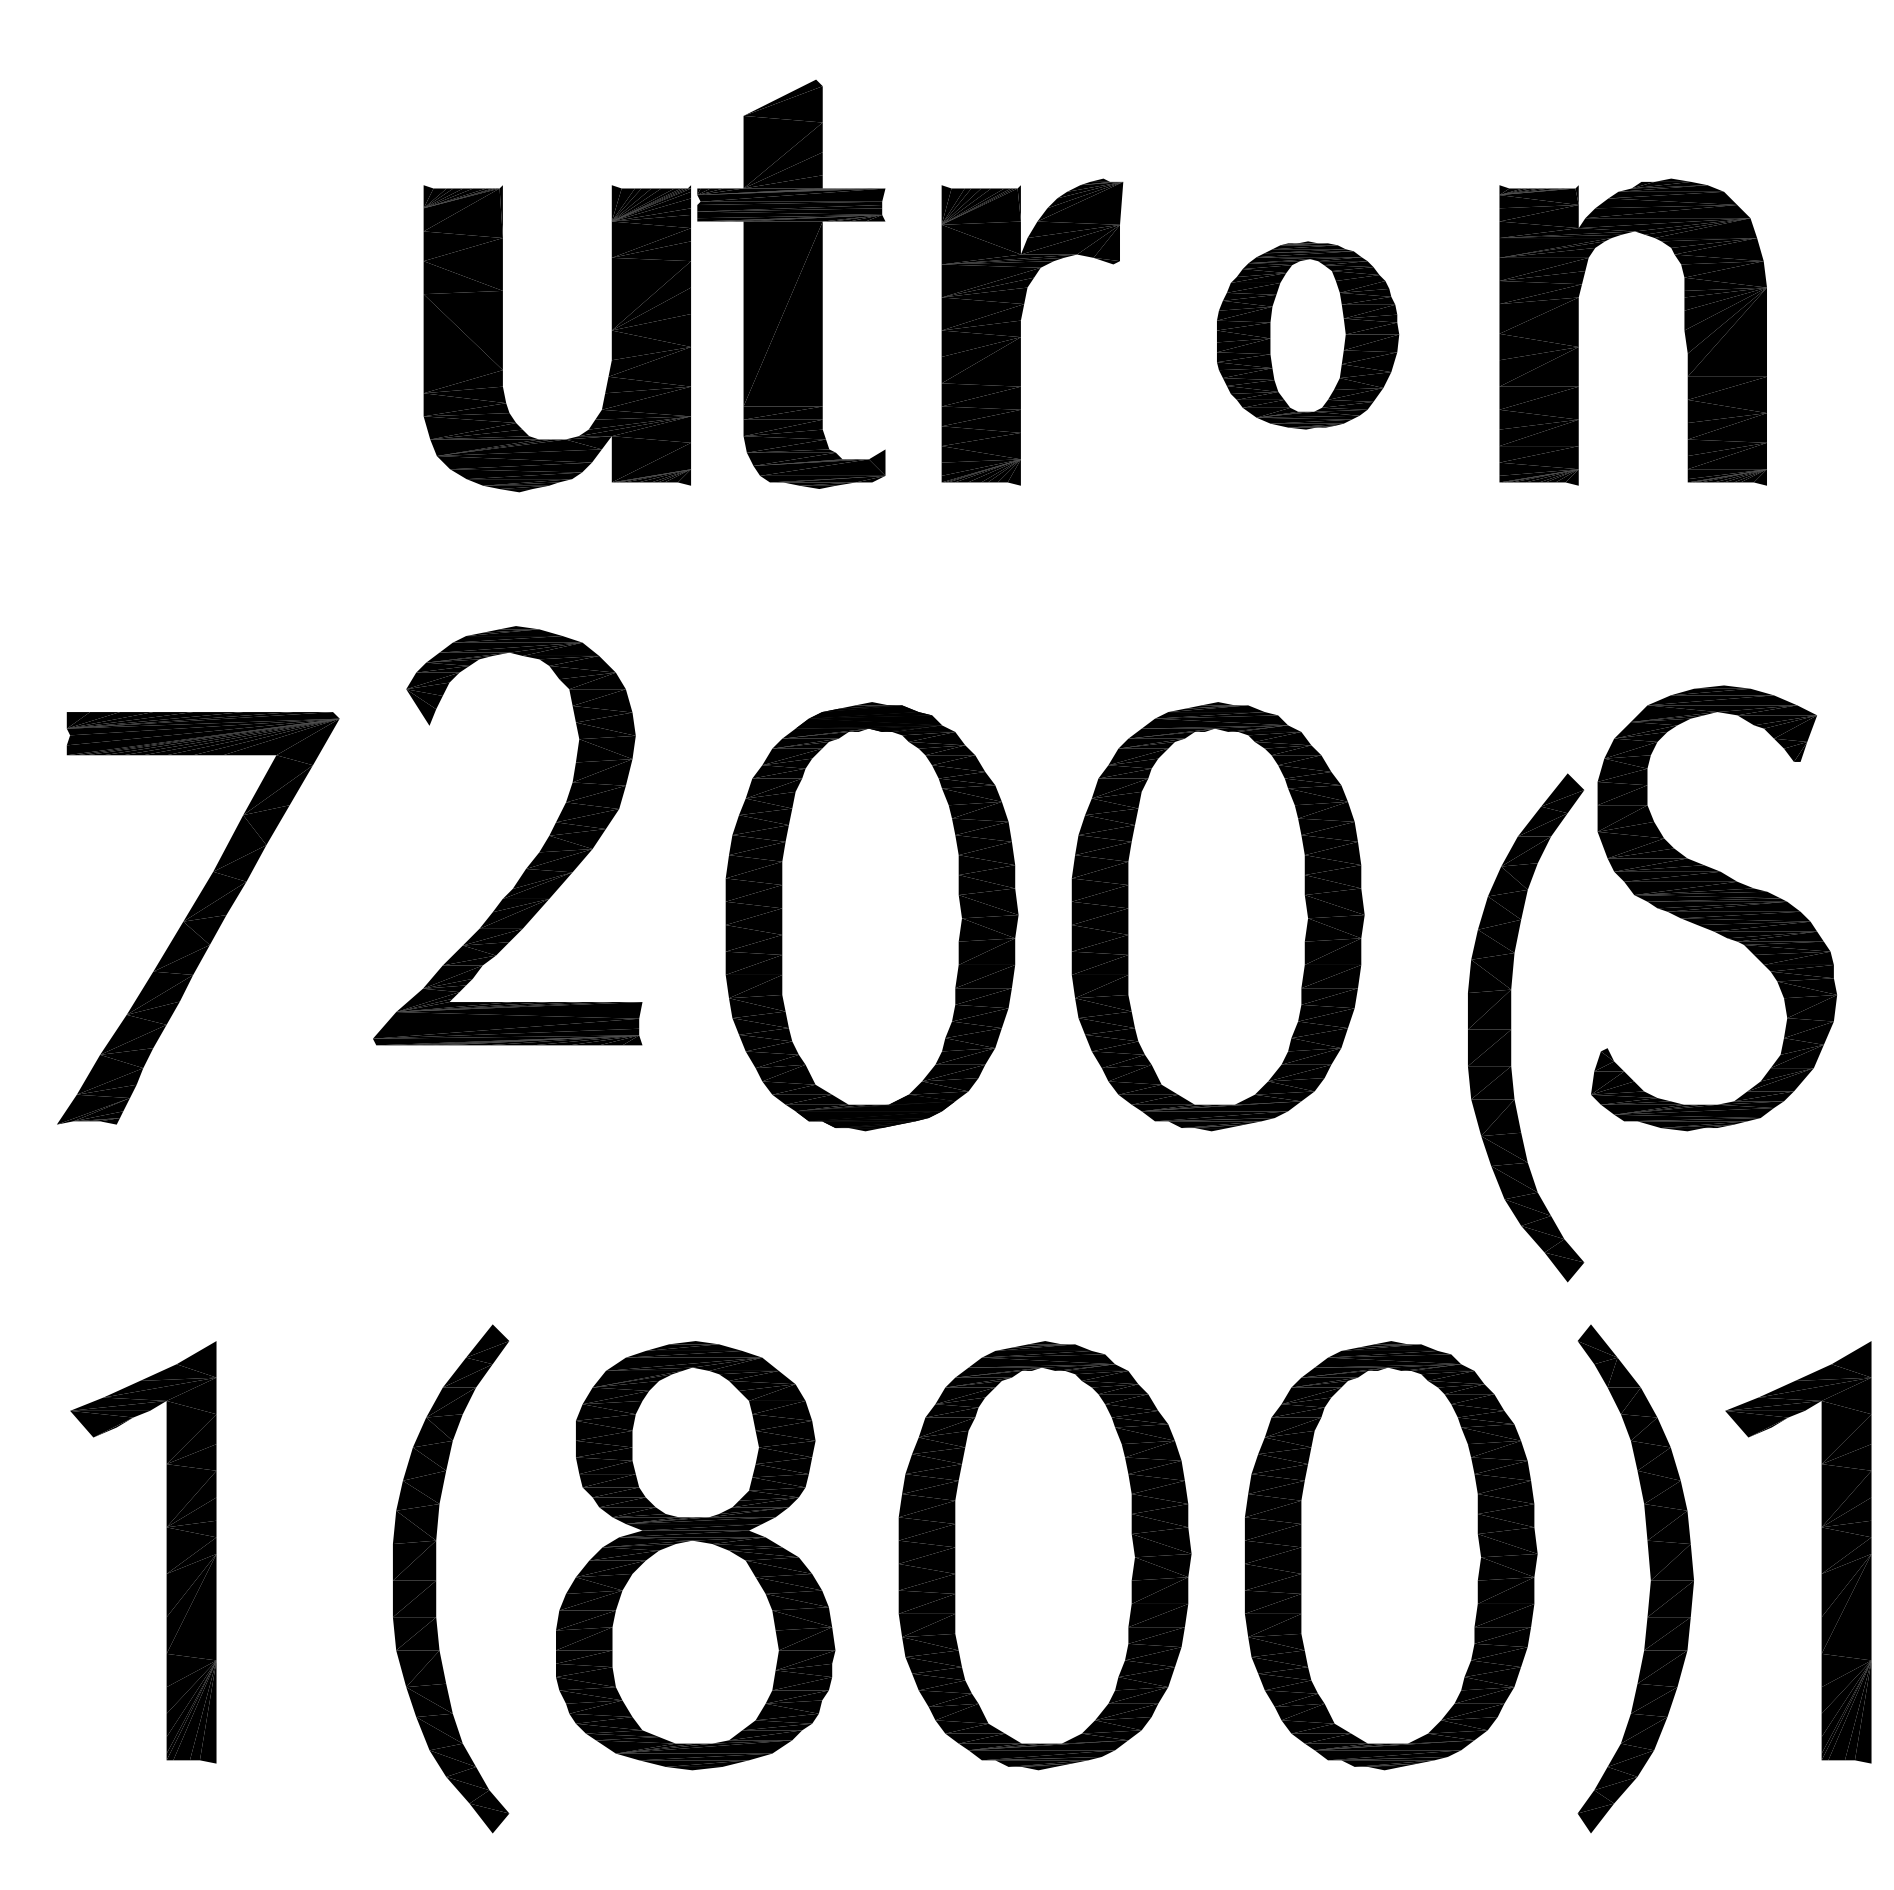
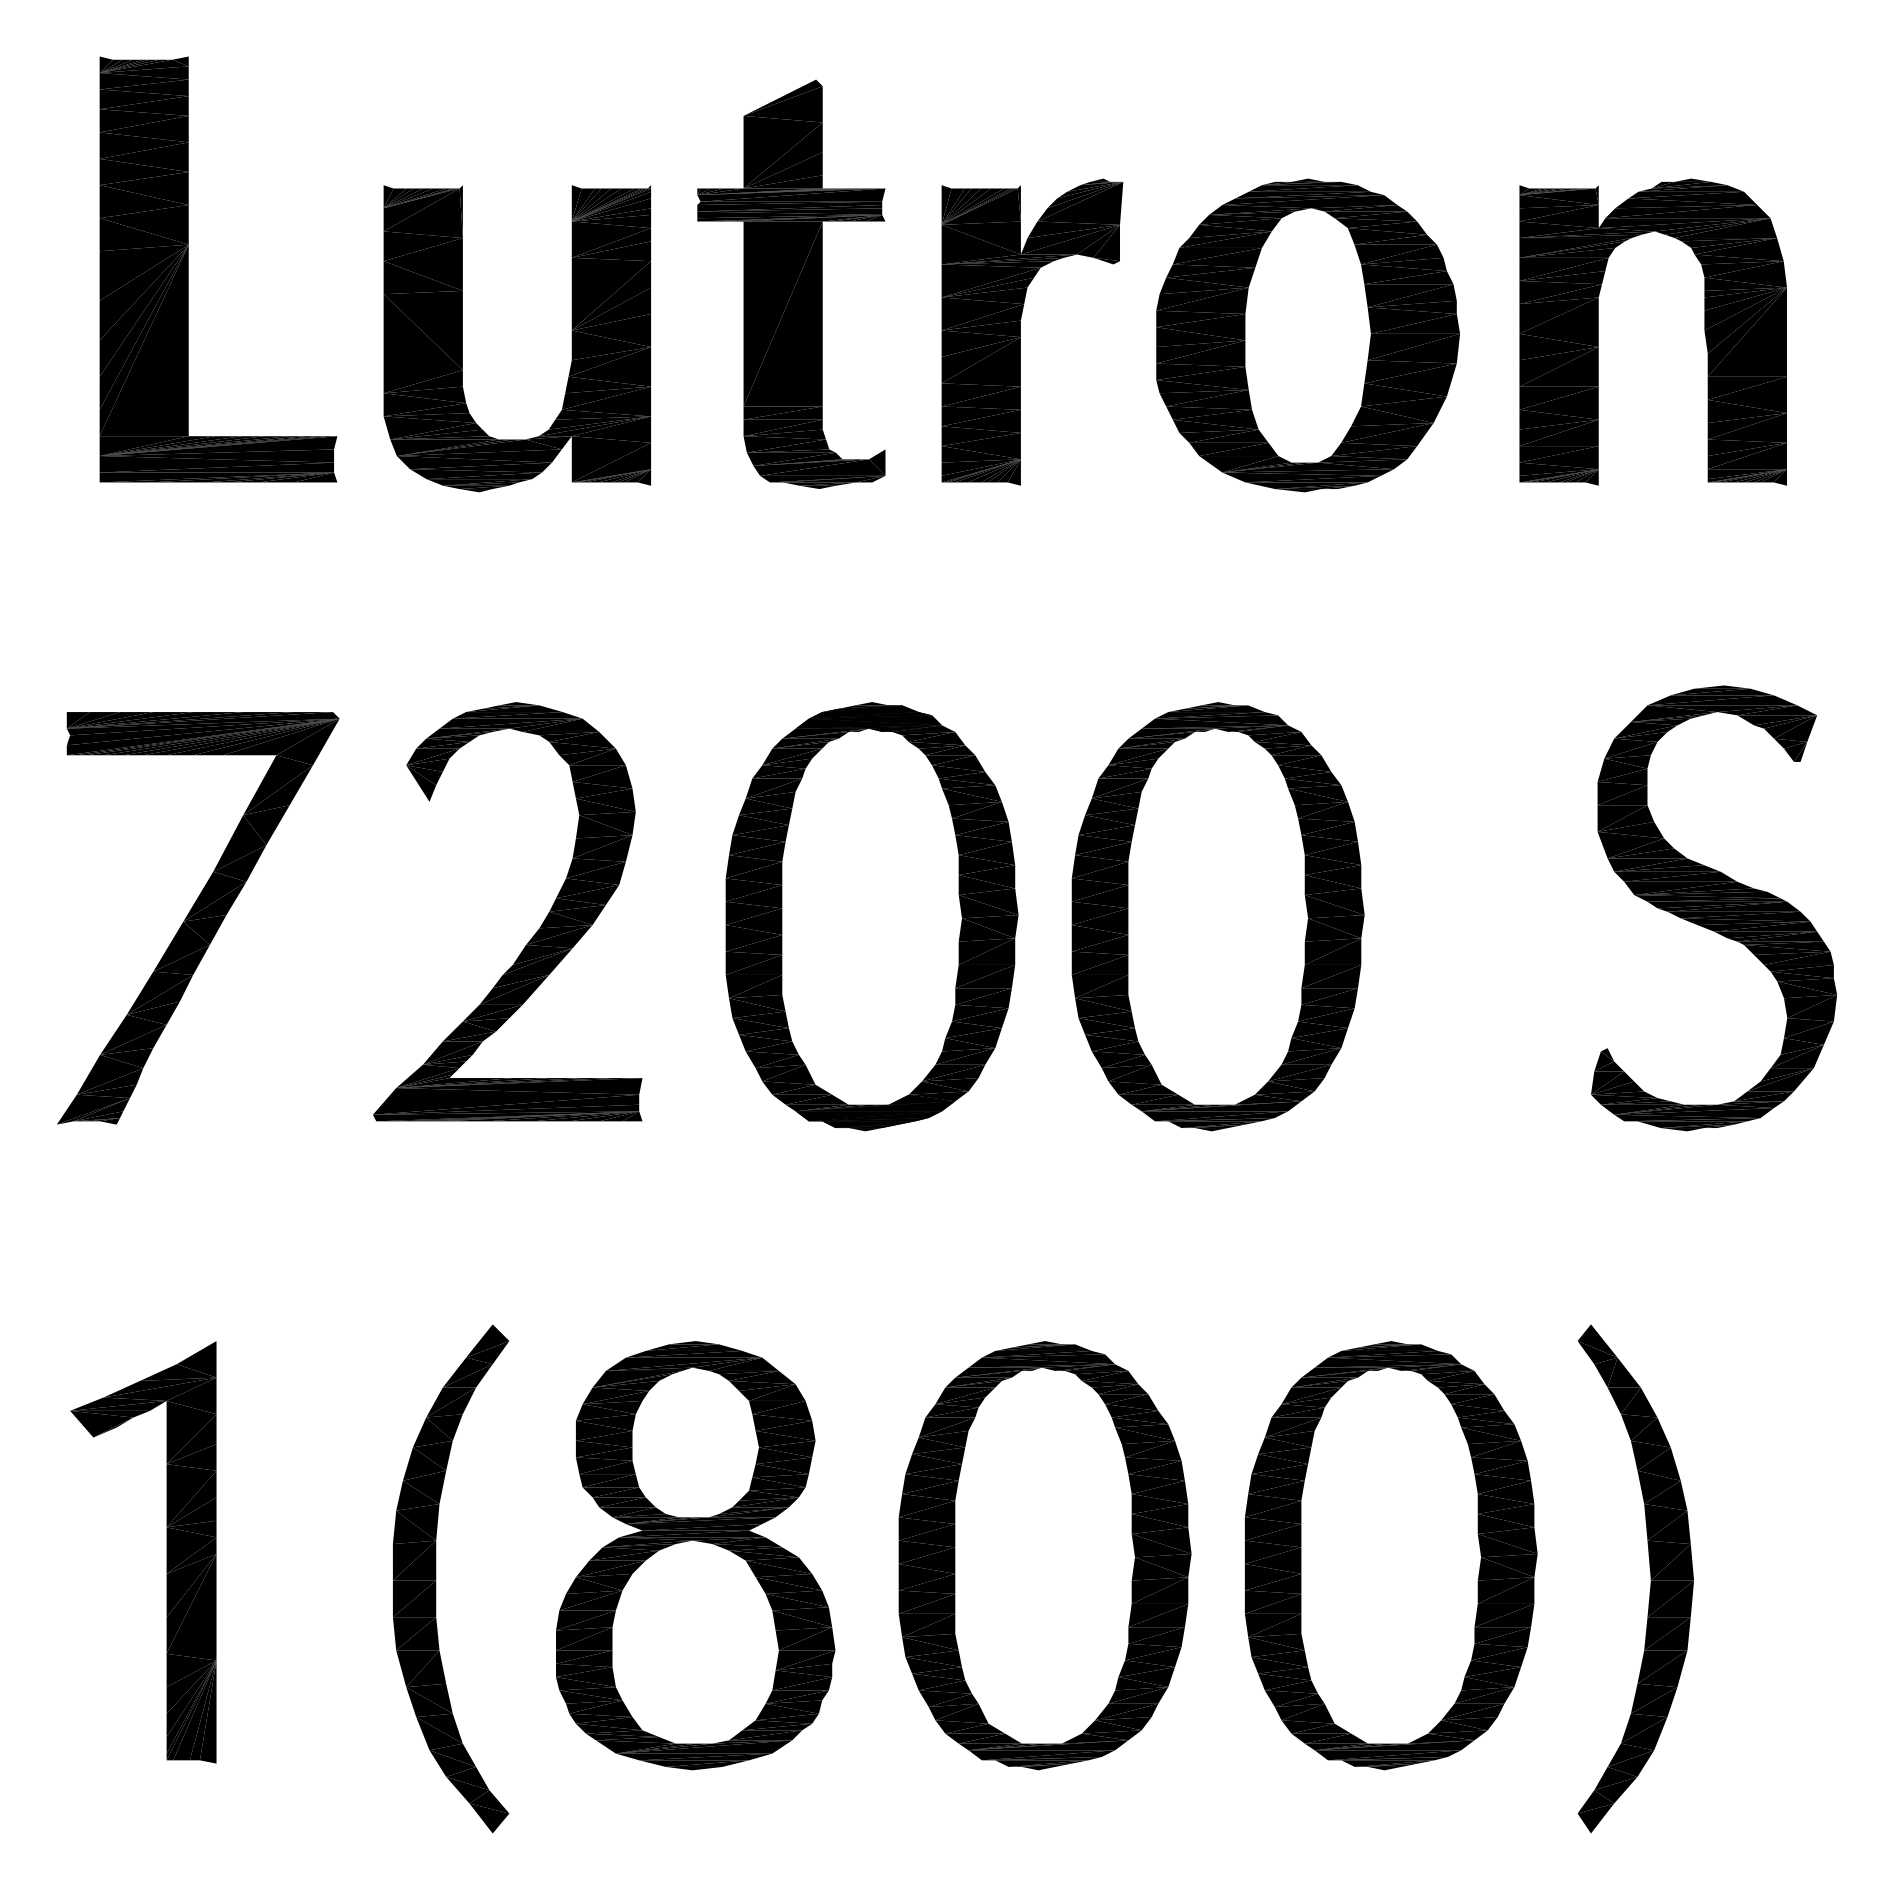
part at (188, 269): none -> present
part at (1684, 331) position: (1684, 331) -> (1704, 331)
part at (1308, 335) size: 183x189 px -> 304x315 px
part at (502, 338) position: (502, 338) -> (462, 338)
part at (536, 855) position: (536, 855) -> (536, 931)
part at (1511, 1027): present -> none
part at (1821, 1552): present -> none
